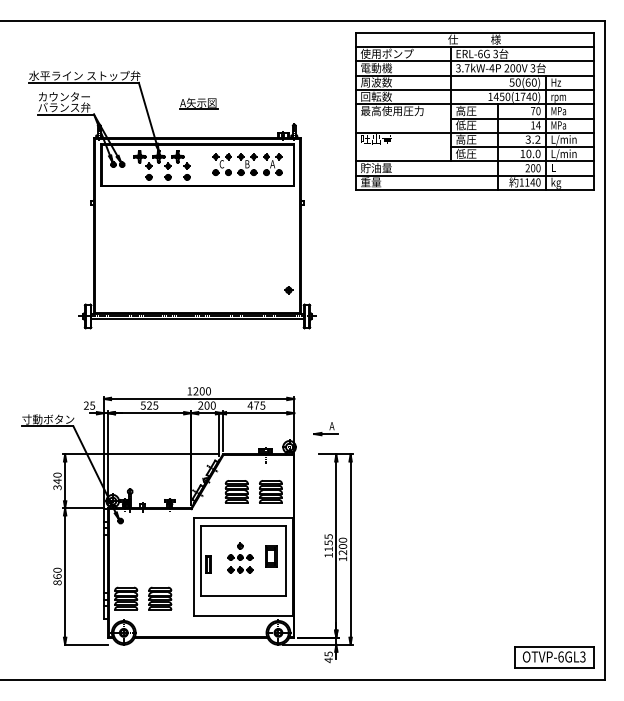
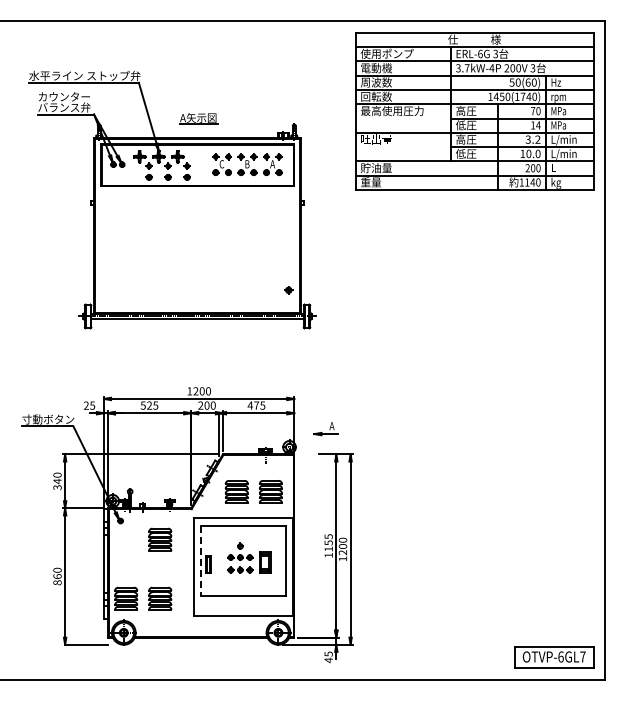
part at (198, 103) position: (198, 103) -> (198, 118)
part at (160, 539): none -> present
part at (271, 556) position: (271, 556) -> (265, 562)
line at (200, 560): solid -> dashed
text at (582, 656): OTVP-6GL3 -> OTVP-6GL7
